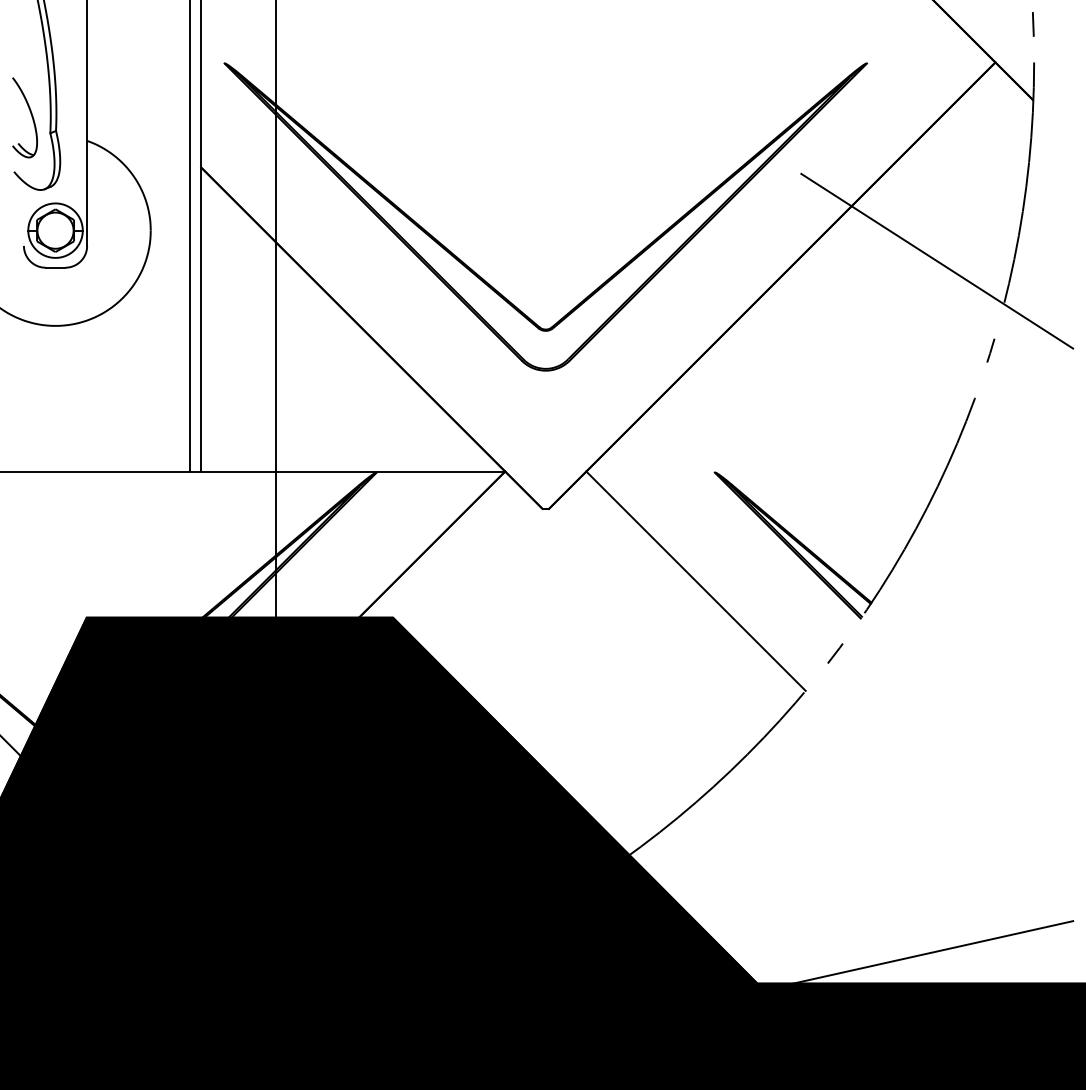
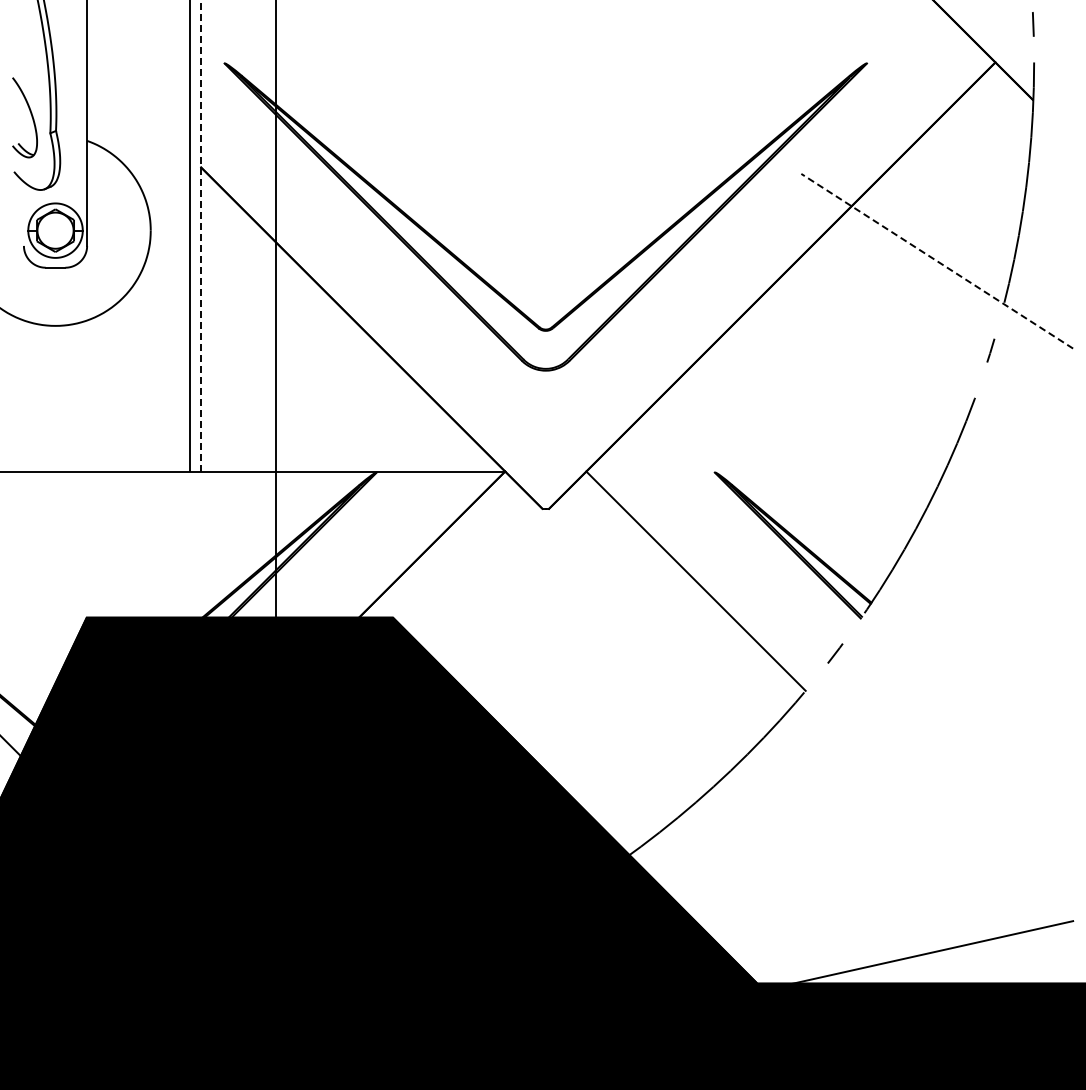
line at (201, 235): solid -> dashed
line at (937, 261): solid -> dashed
